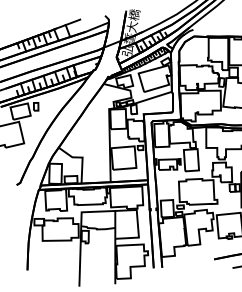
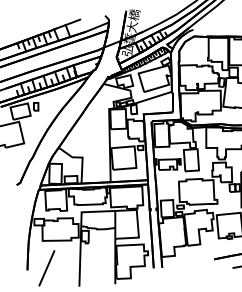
line at (46, 268): none -> present
